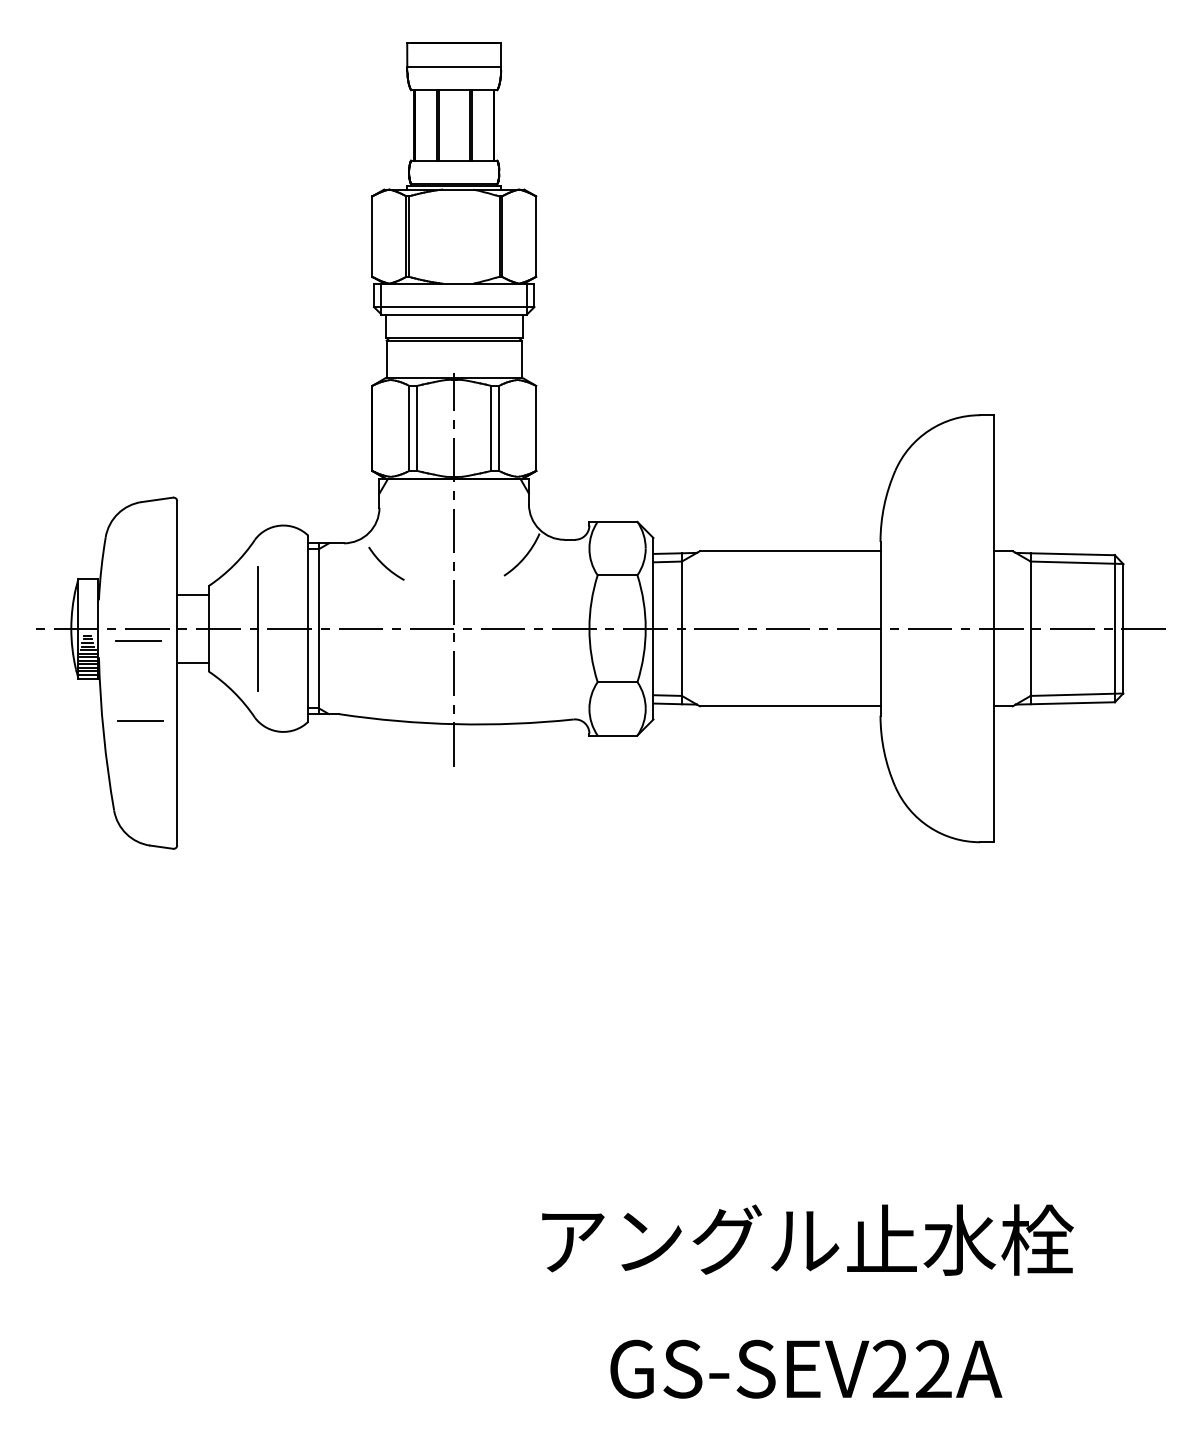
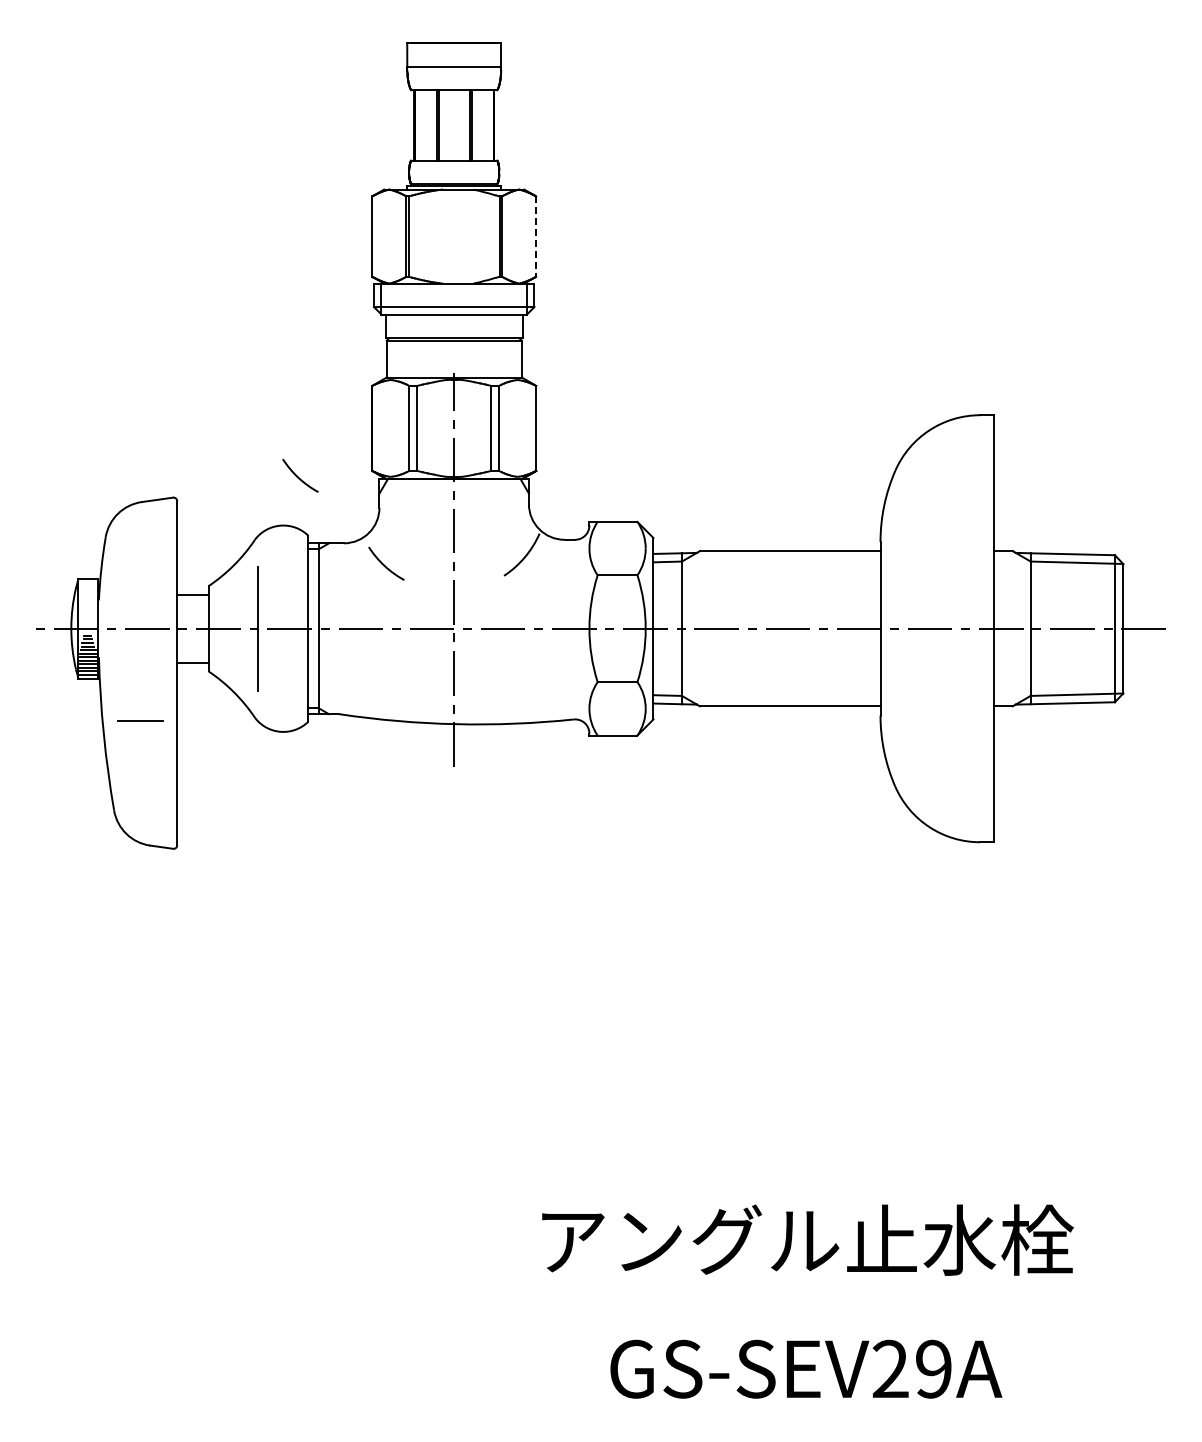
line at (536, 237): solid -> dashed
arc at (298, 476): none -> present
line at (137, 640): present -> none
text at (933, 1369): GS-SEV22A -> GS-SEV29A
